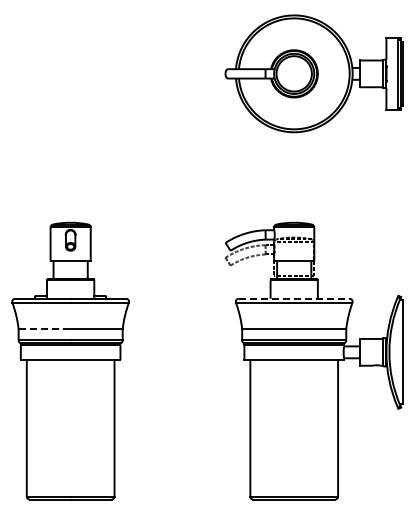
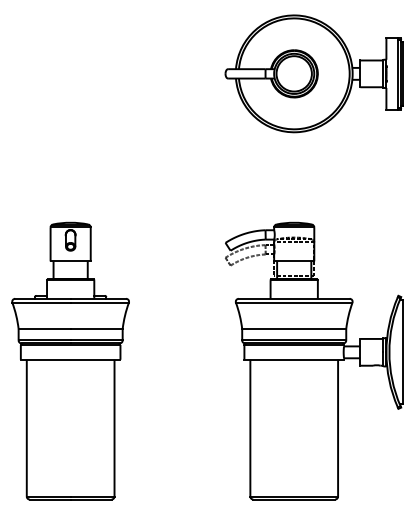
line at (294, 298): dashed -> solid
line at (45, 329): dashed -> solid
